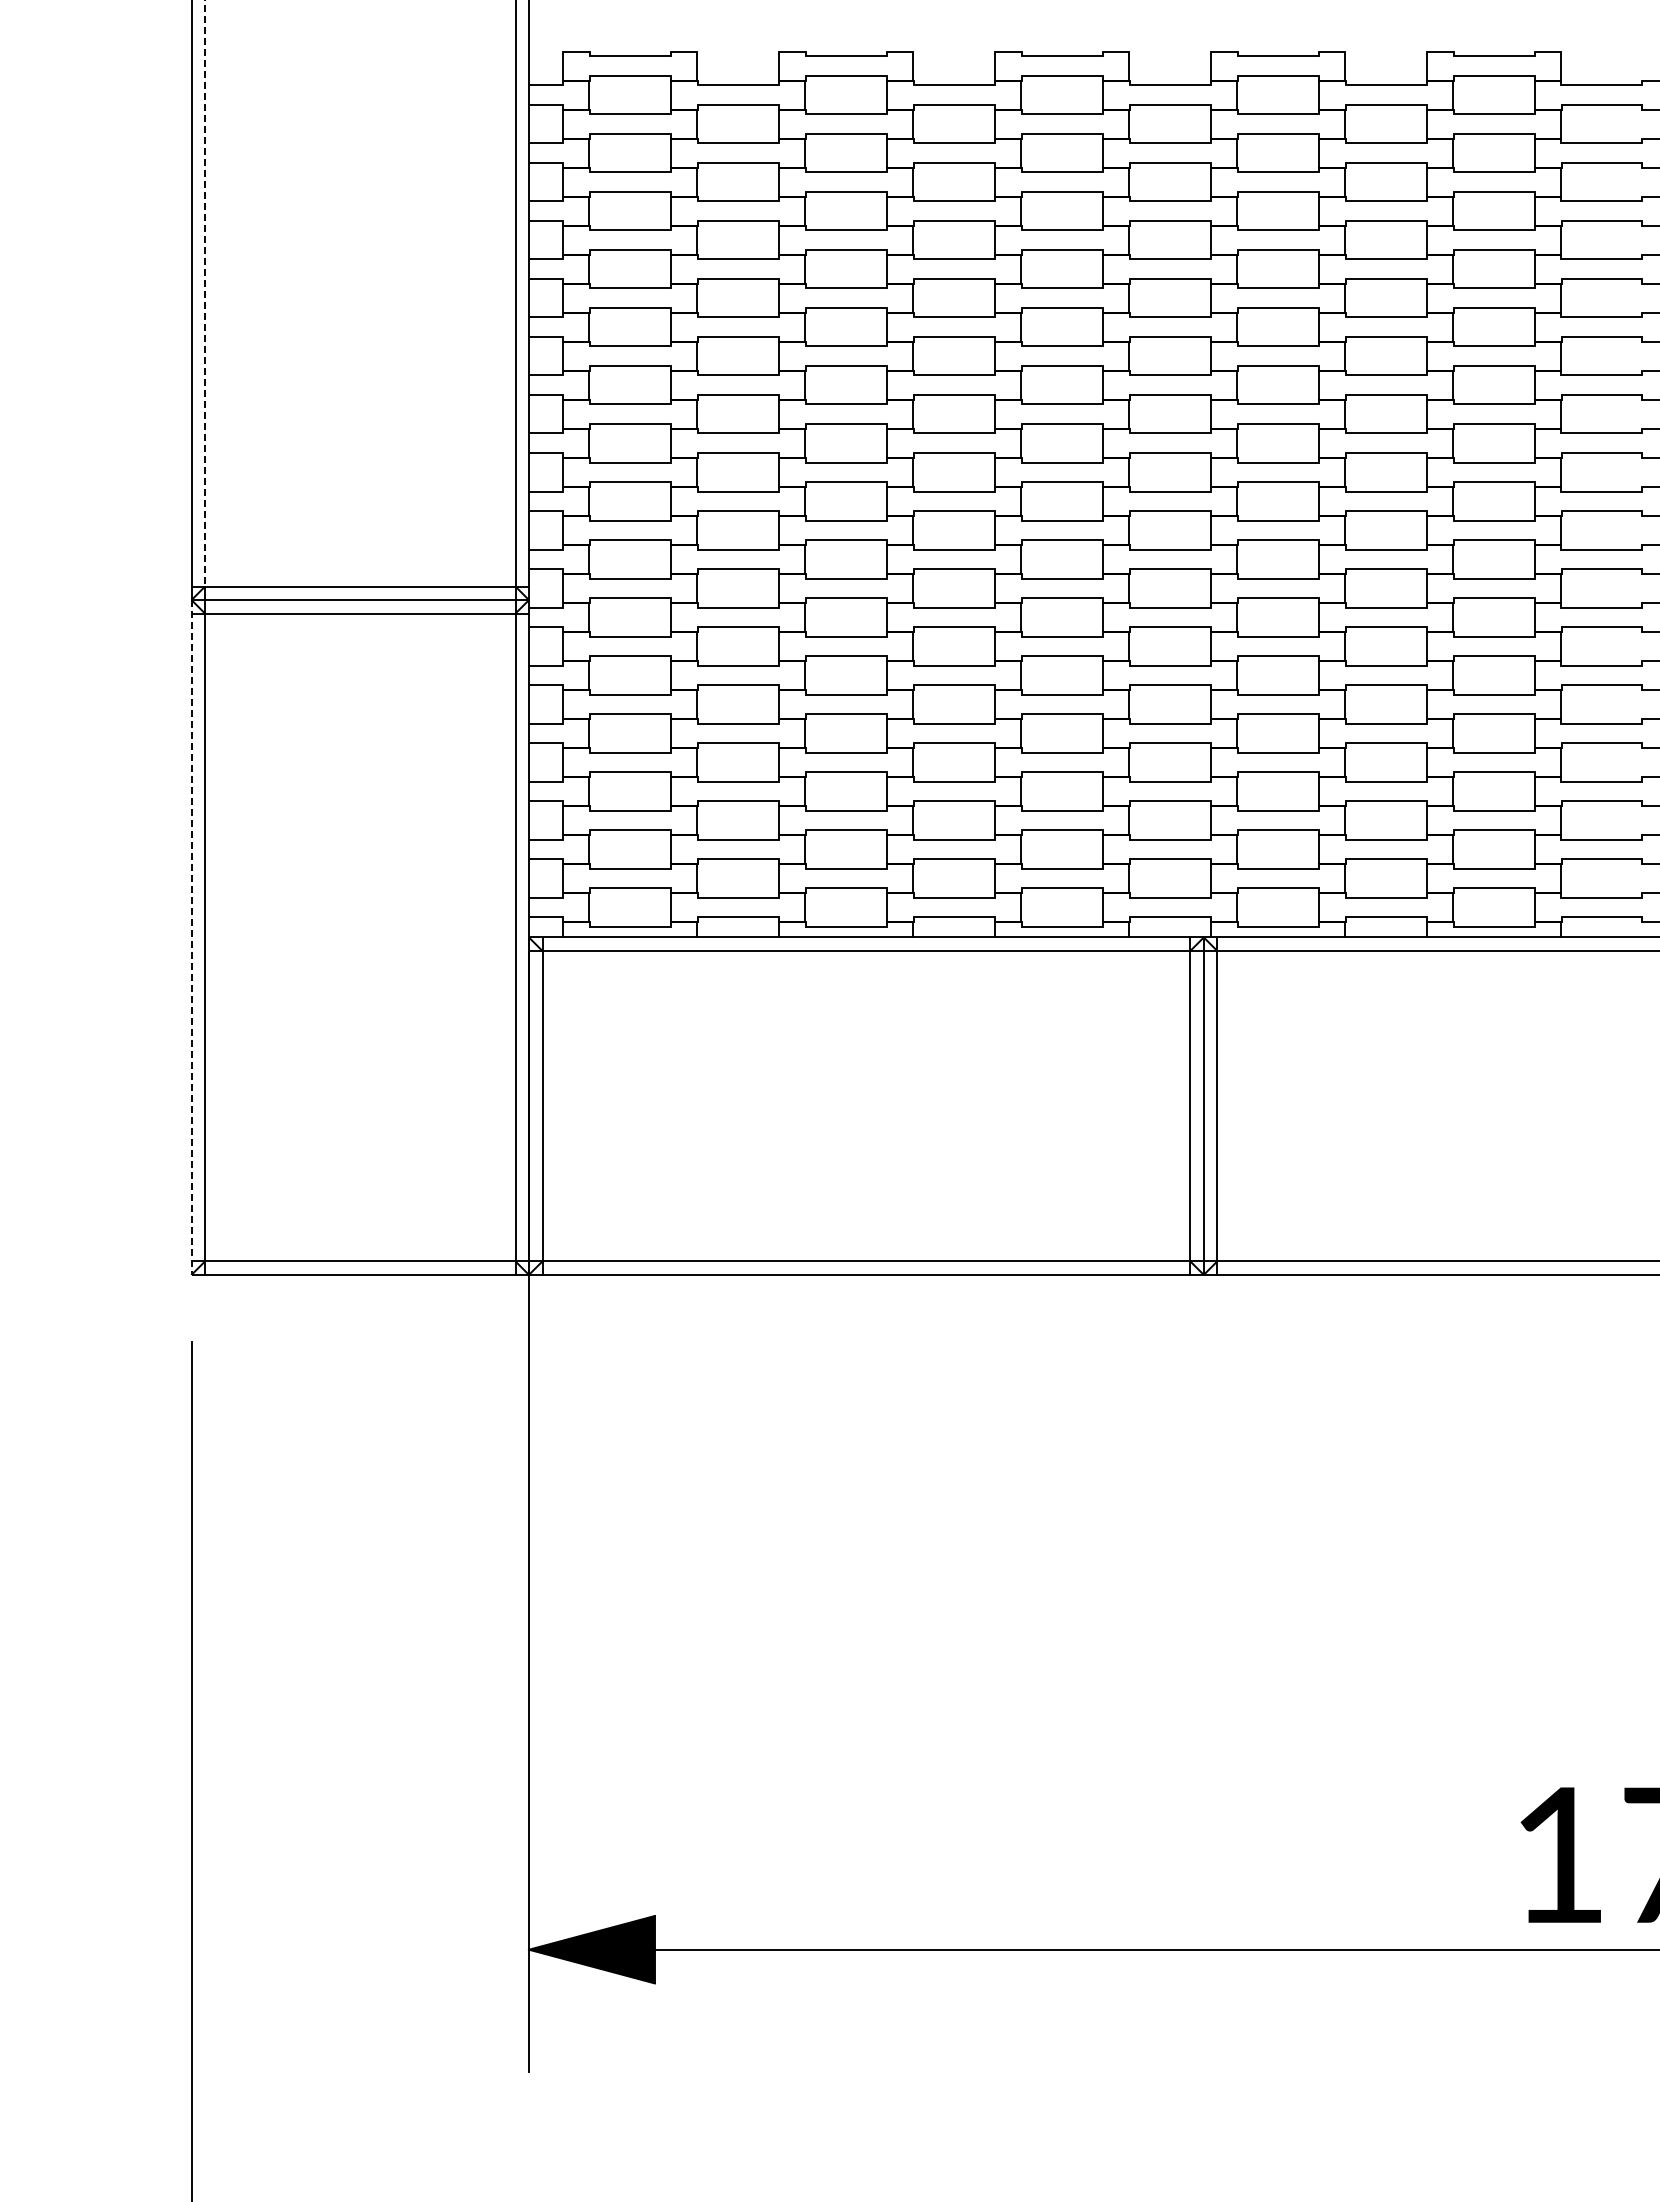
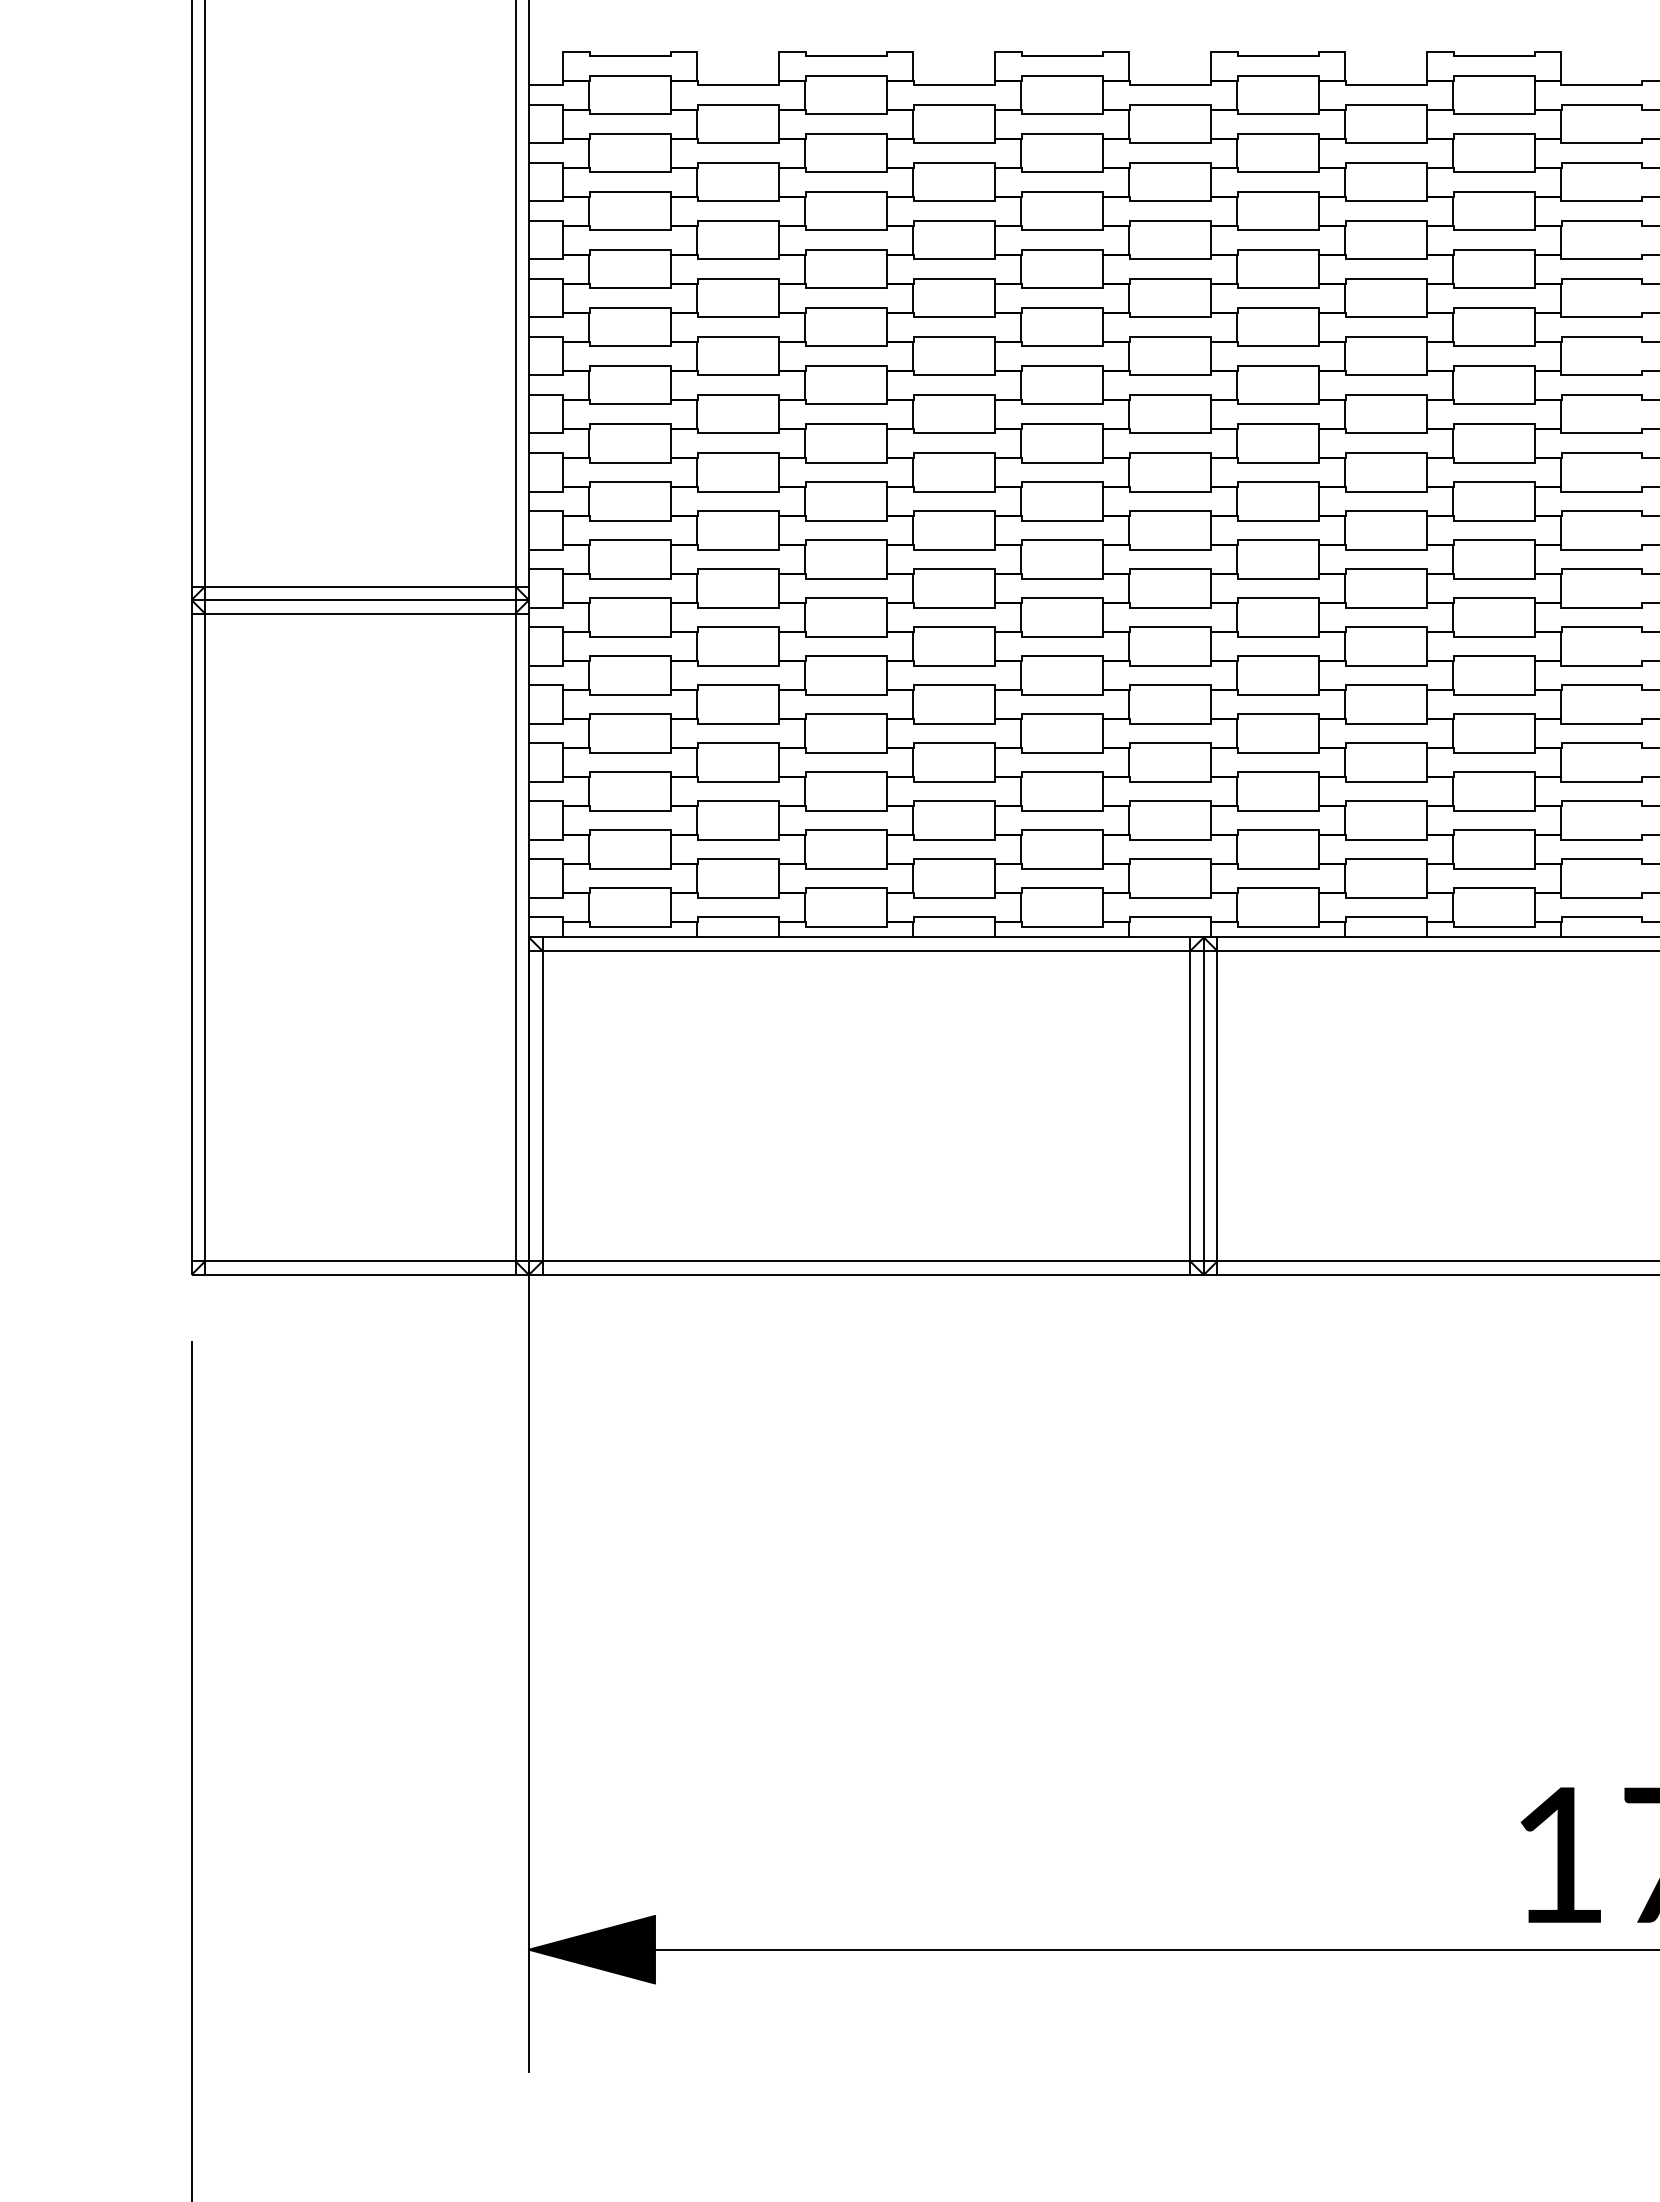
line at (205, 293): dashed -> solid
line at (191, 937): dashed -> solid
